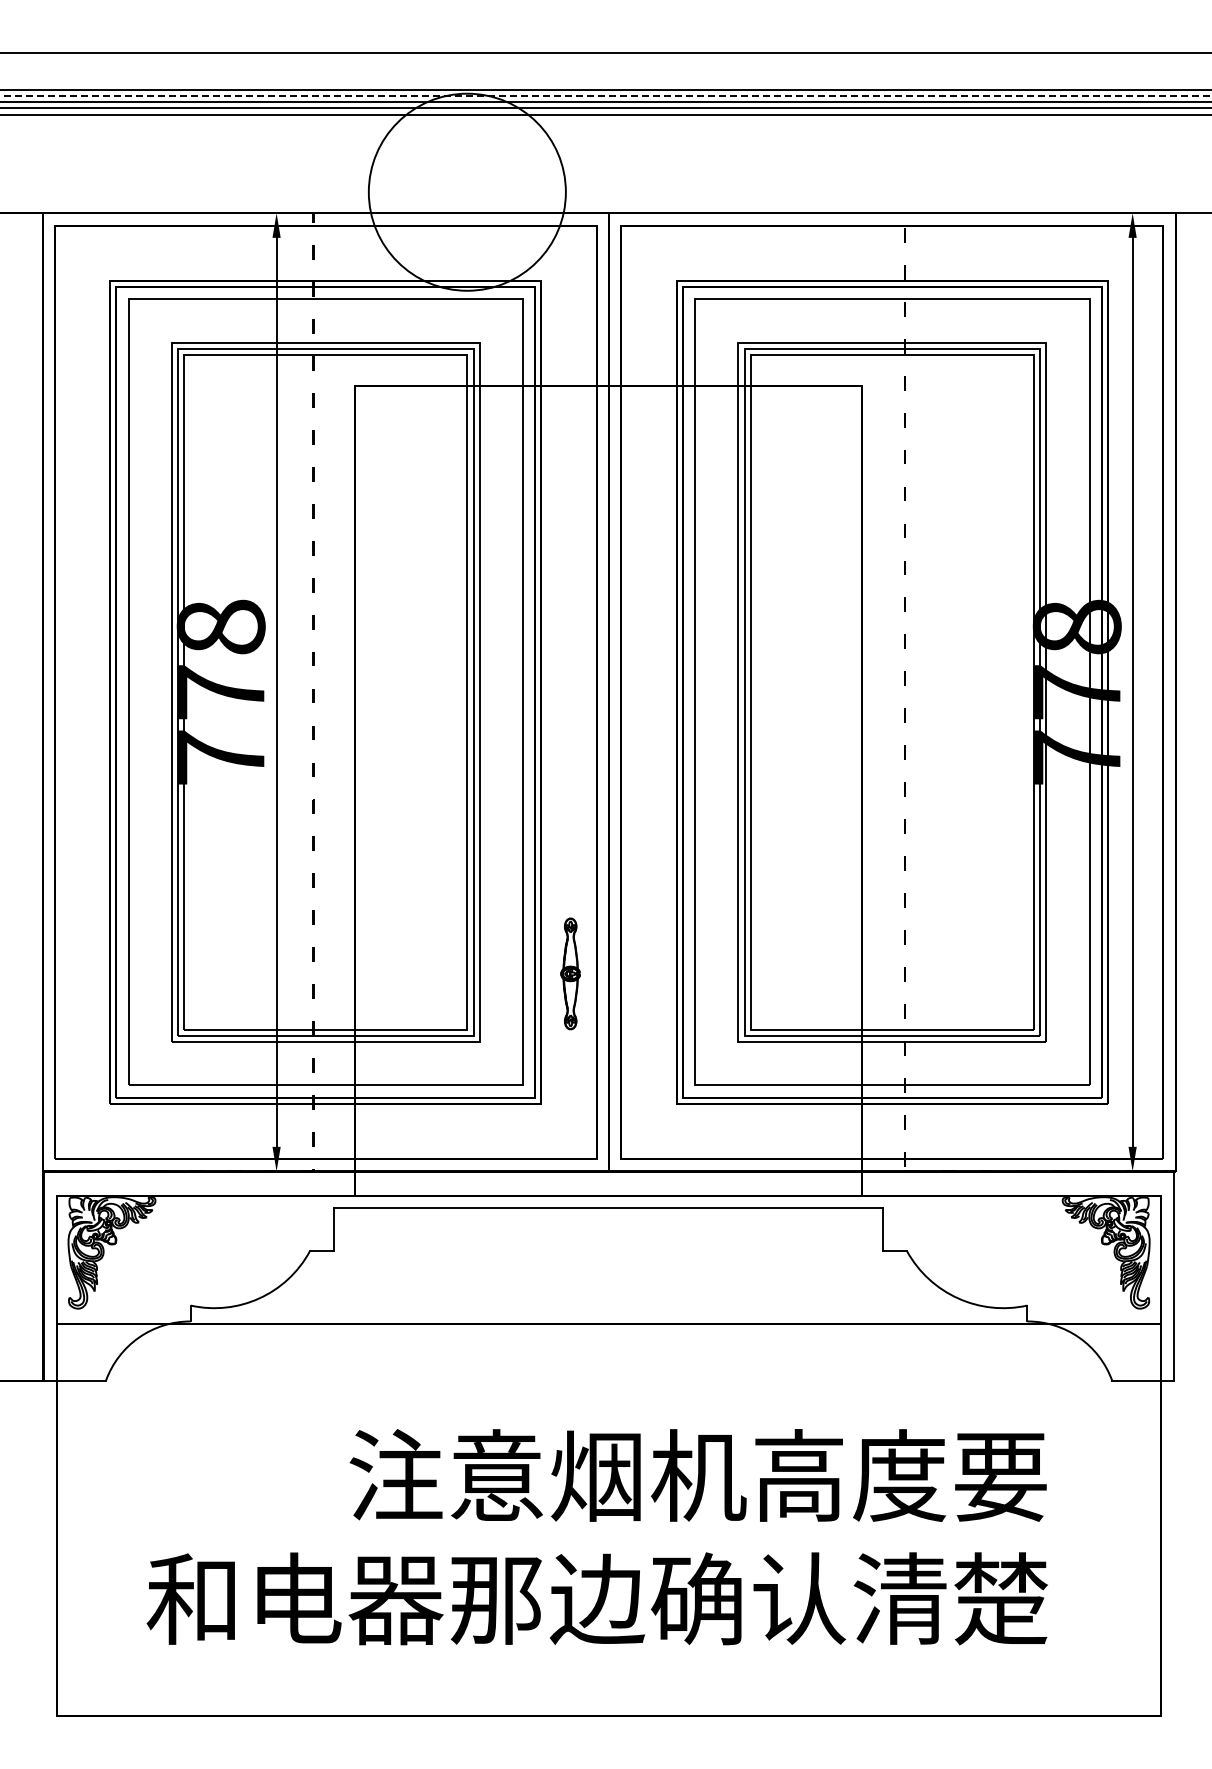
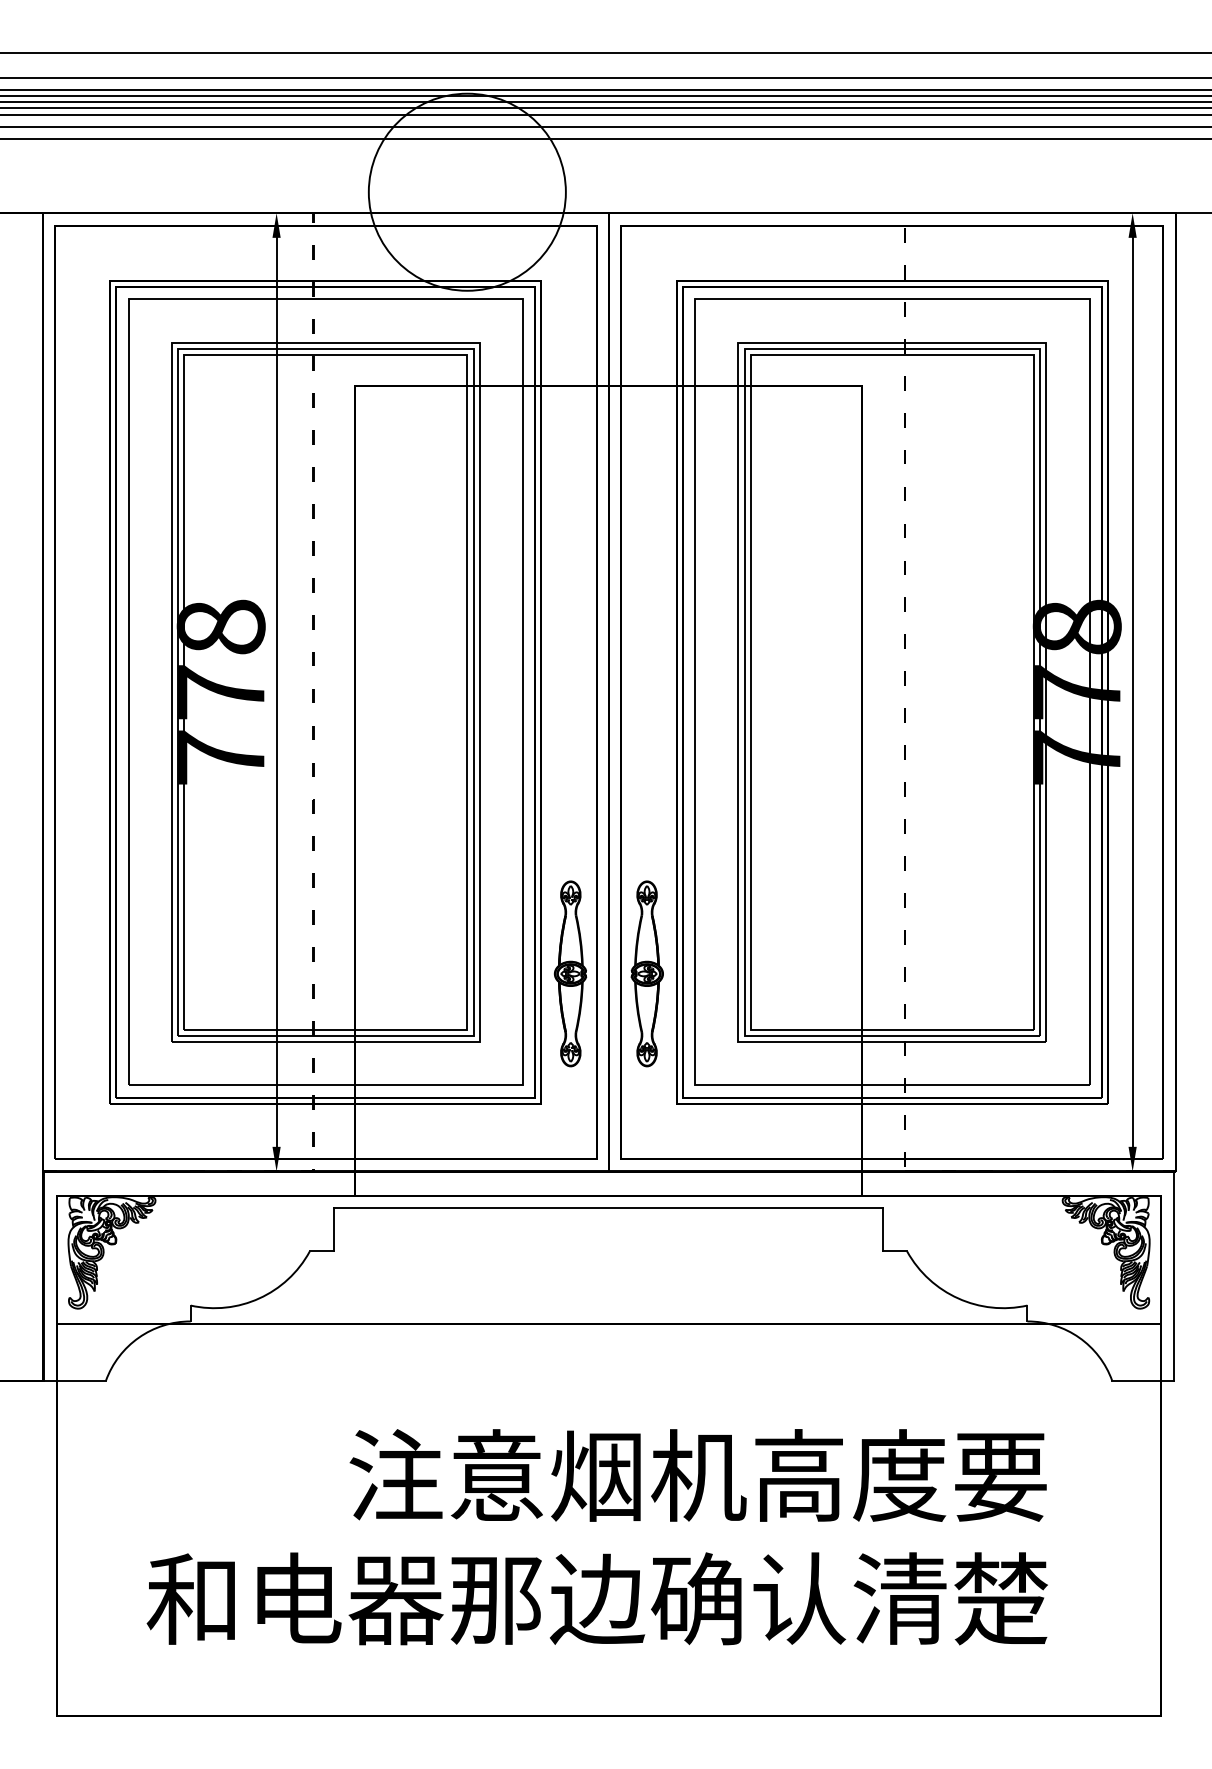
line at (605, 77): none -> present
line at (606, 96): dashed -> solid
line at (605, 126): none -> present
line at (605, 139): none -> present
part at (570, 973) size: 21x114 px -> 35x188 px
part at (646, 973): none -> present
